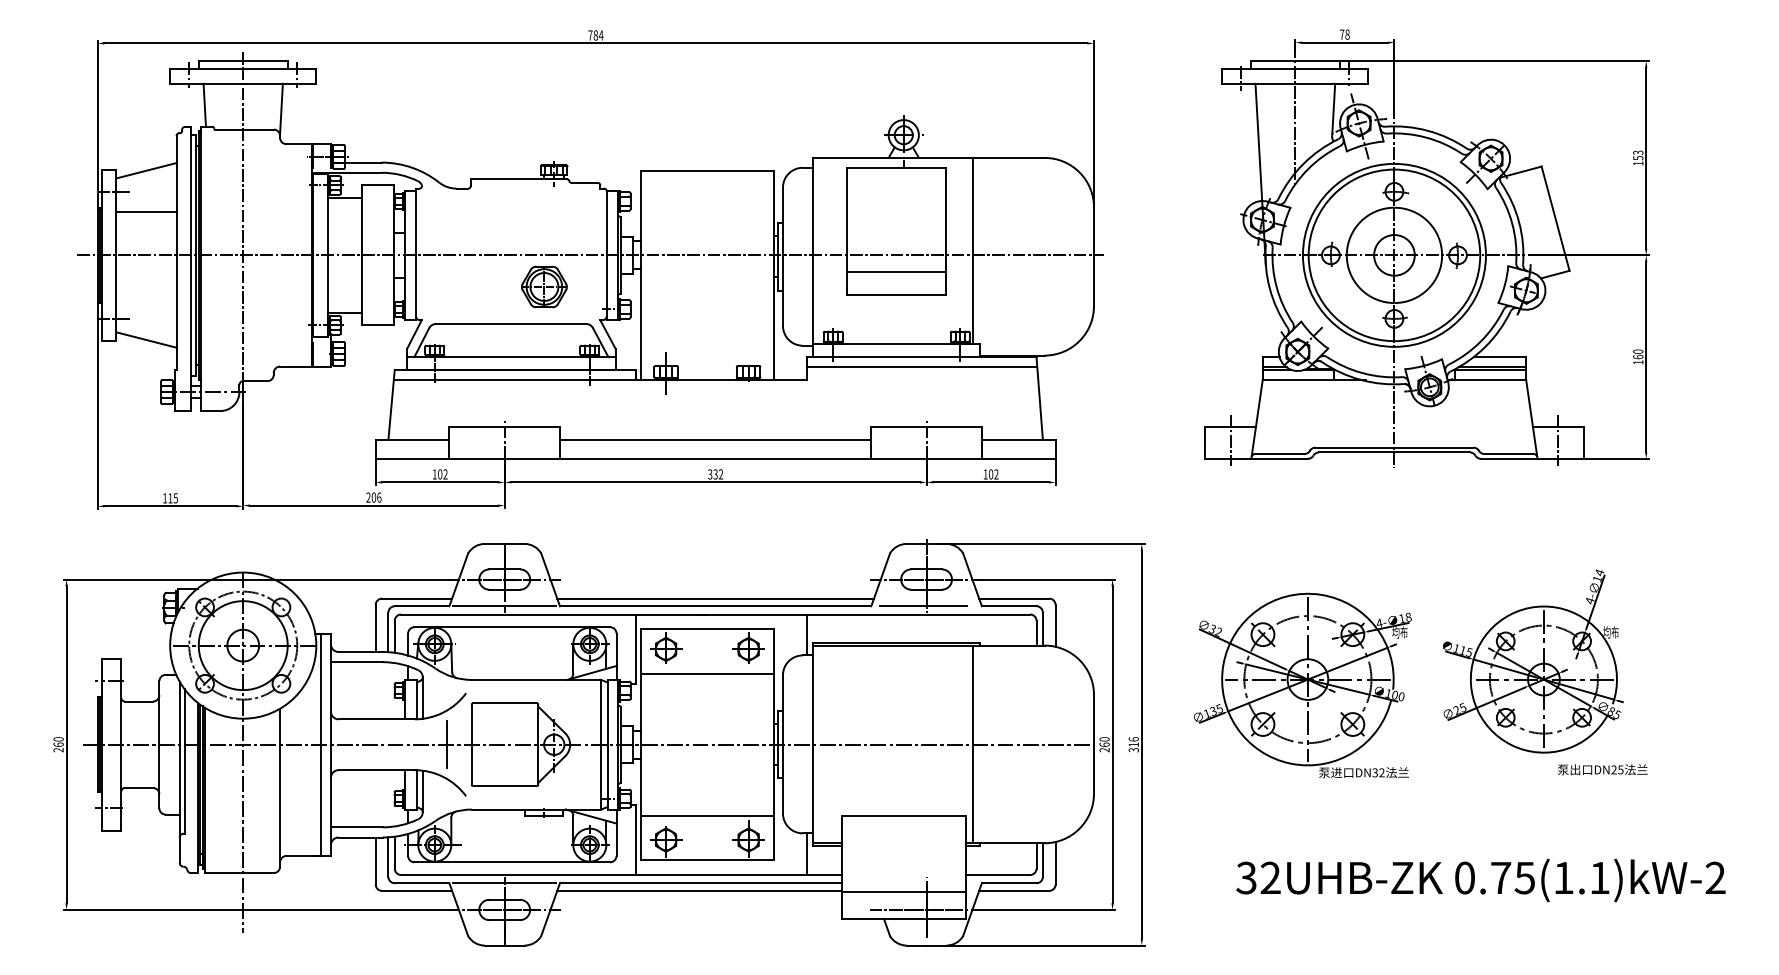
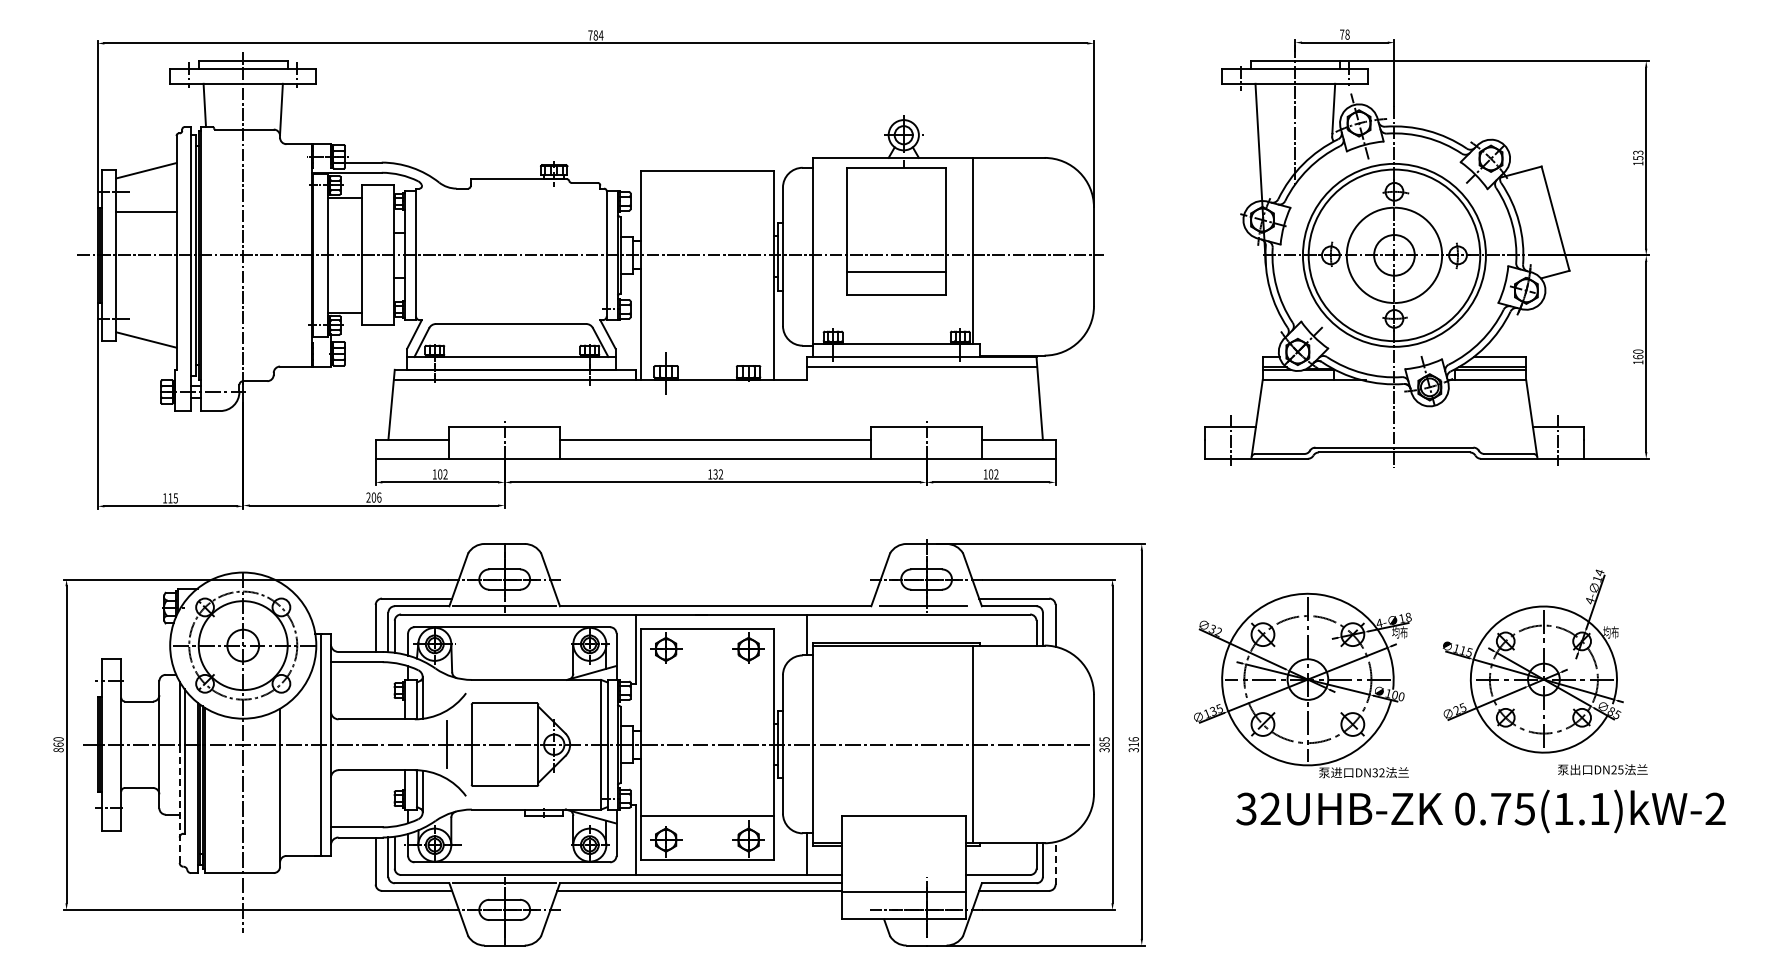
part at (544, 286): present -> none
text at (710, 474): 332 -> 132
line at (715, 598): present -> none
line at (707, 673): present -> none
text at (1104, 744): 260 -> 385
text at (58, 750): 260 -> 860
line at (179, 803): solid -> dashed
line at (1055, 862): solid -> dashed
text at (1480, 880) position: (1480, 880) -> (1480, 811)
